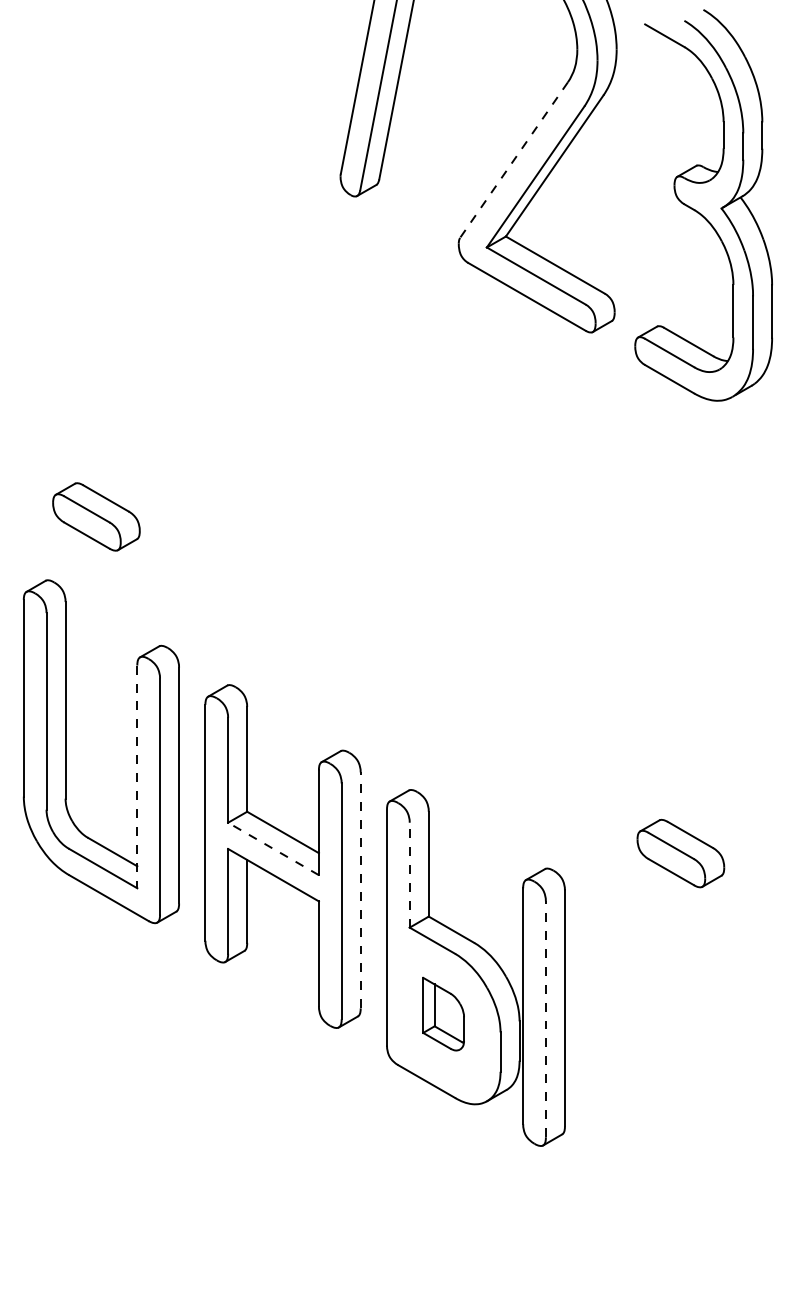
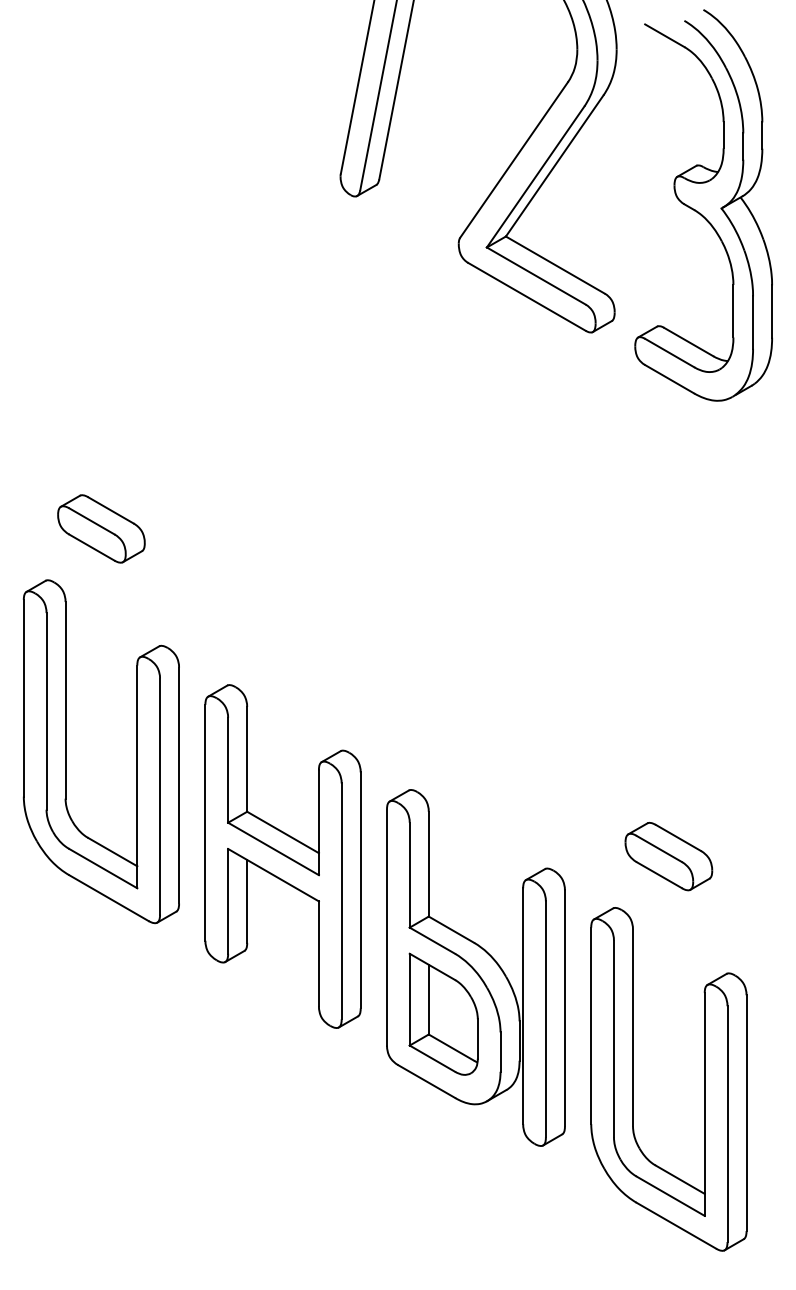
line at (514, 160): dashed -> solid
part at (96, 516) position: (96, 516) -> (101, 528)
line at (137, 777): dashed -> solid
line at (273, 848): dashed -> solid
part at (680, 853) position: (680, 853) -> (668, 856)
line at (409, 874): dashed -> solid
line at (360, 890): dashed -> solid
part at (443, 1013) size: 43x76 px -> 71x124 px
line at (545, 1019): dashed -> solid
part at (633, 1079): none -> present
